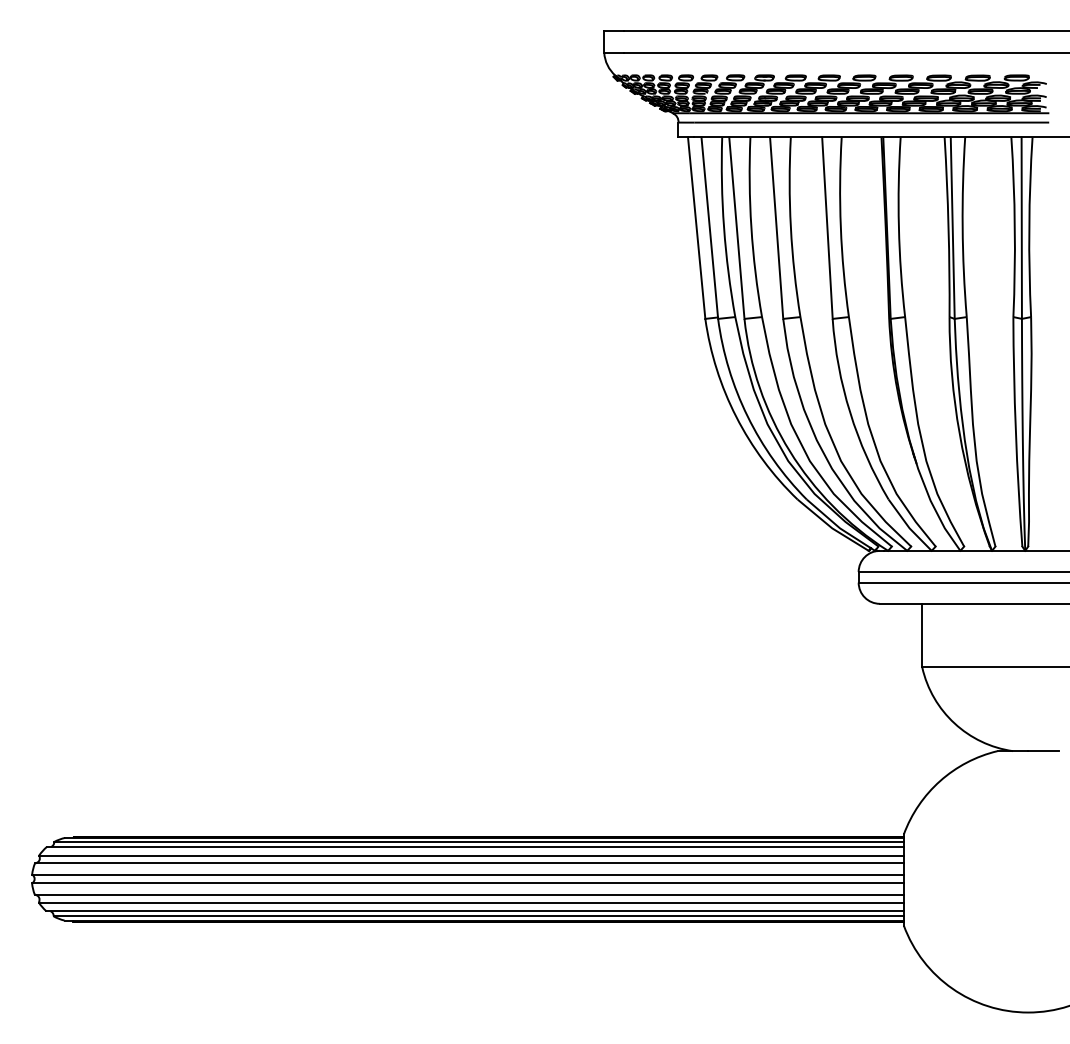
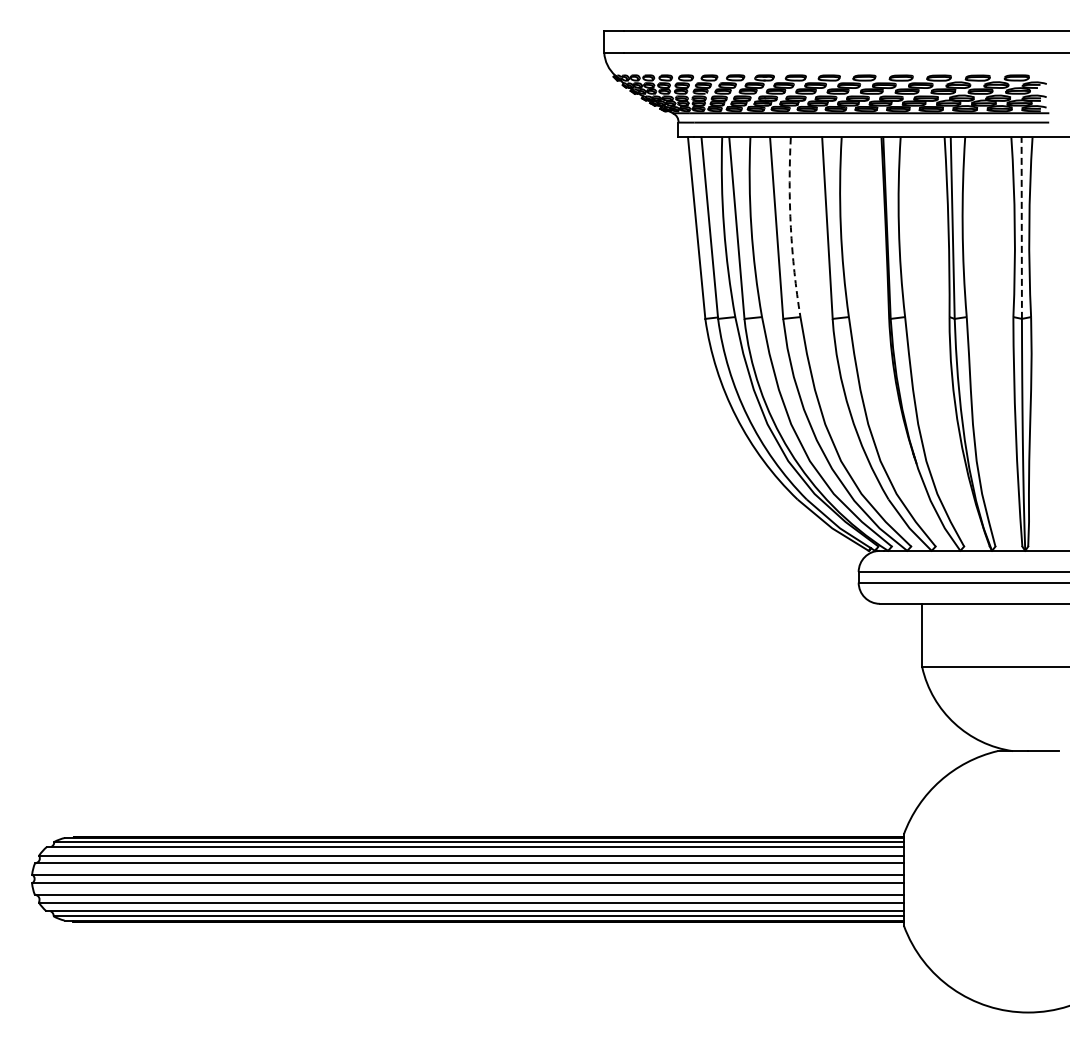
arc at (790, 227): solid -> dashed
line at (1021, 228): solid -> dashed
